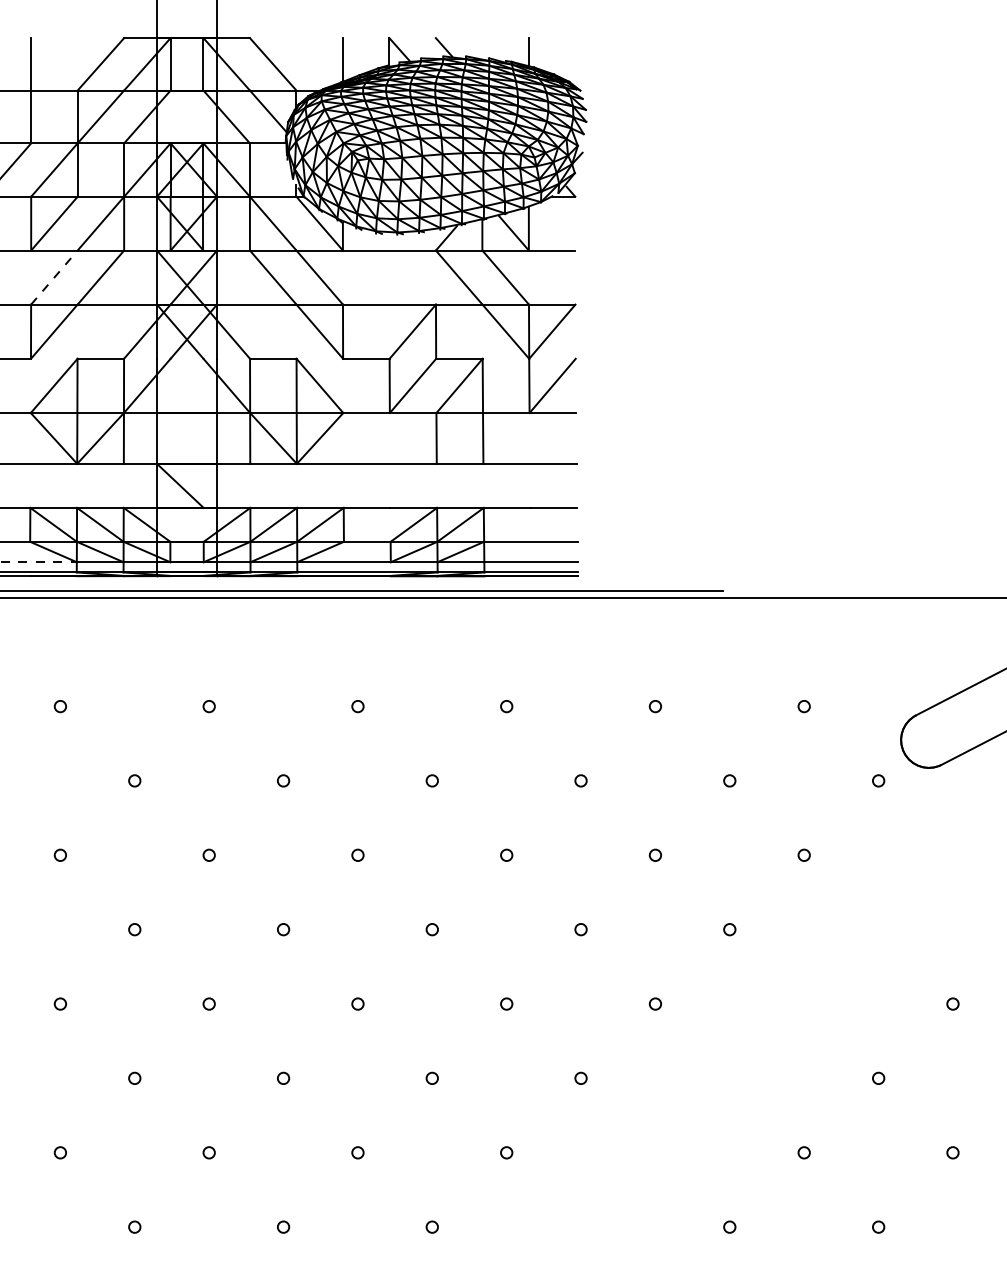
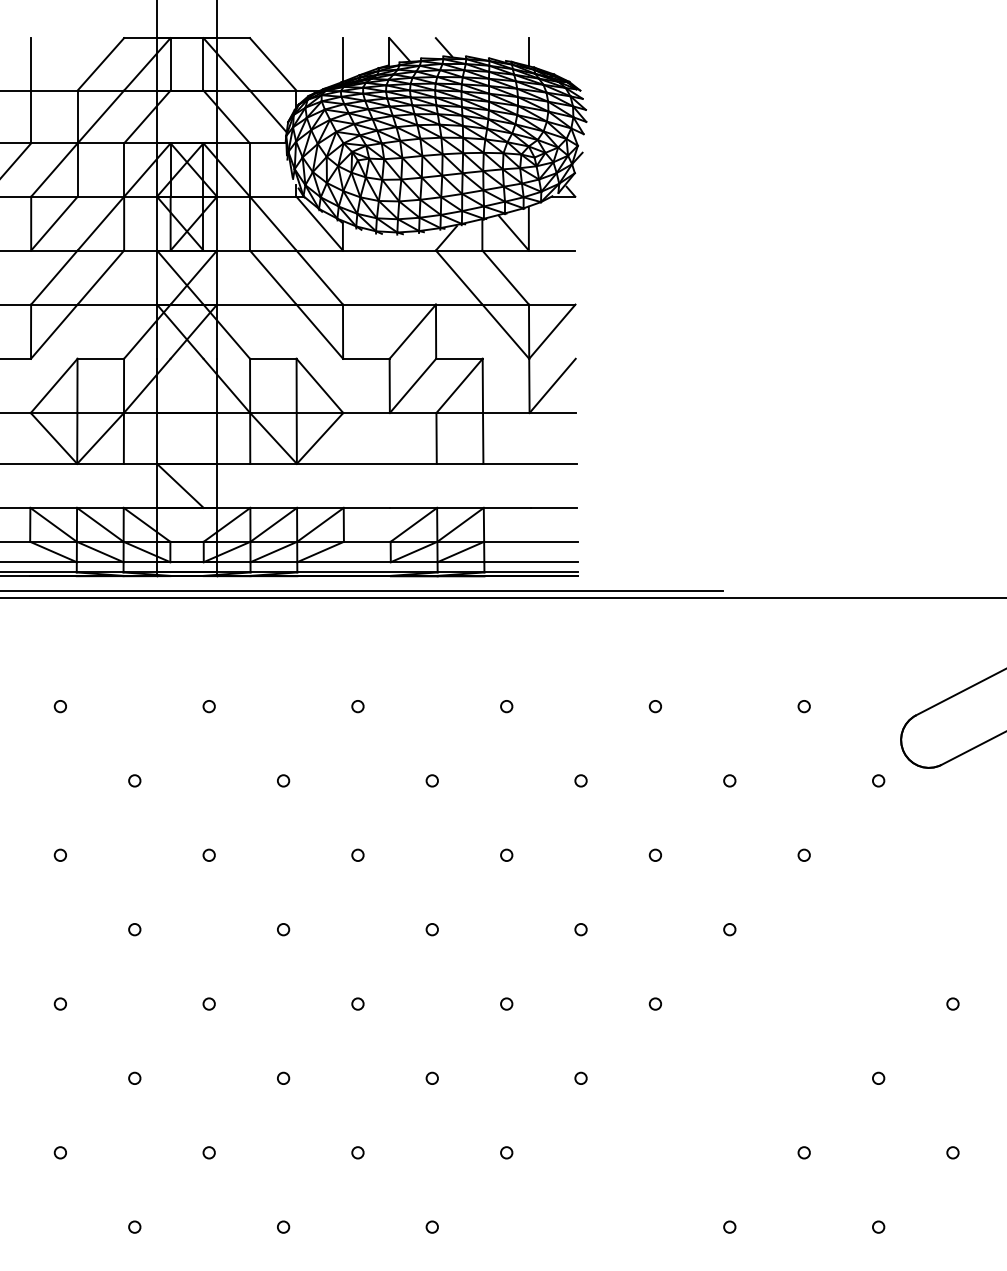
line at (54, 277): dashed -> solid
line at (39, 562): dashed -> solid
